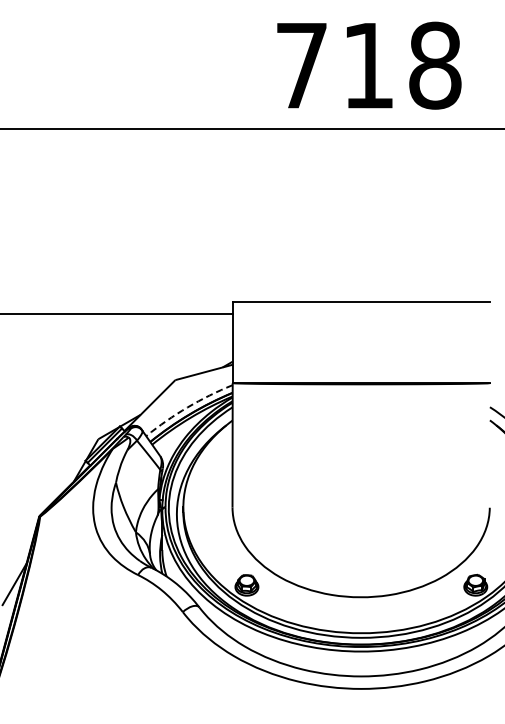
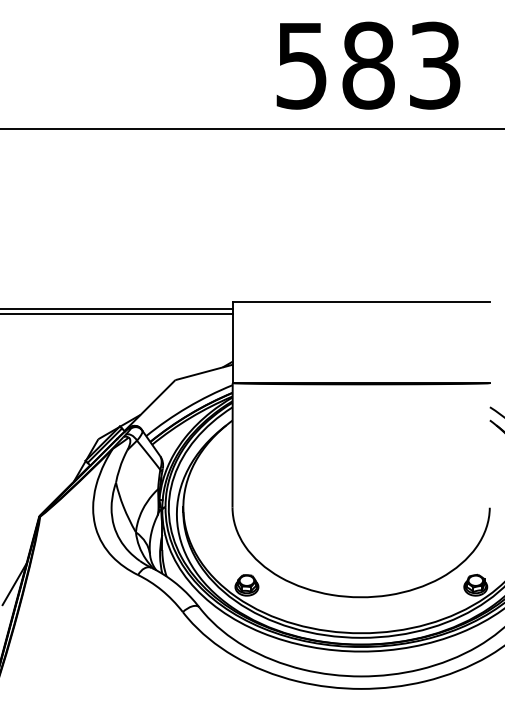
text at (368, 65): 718 -> 583
line at (117, 309): none -> present
arc at (187, 407): dashed -> solid
